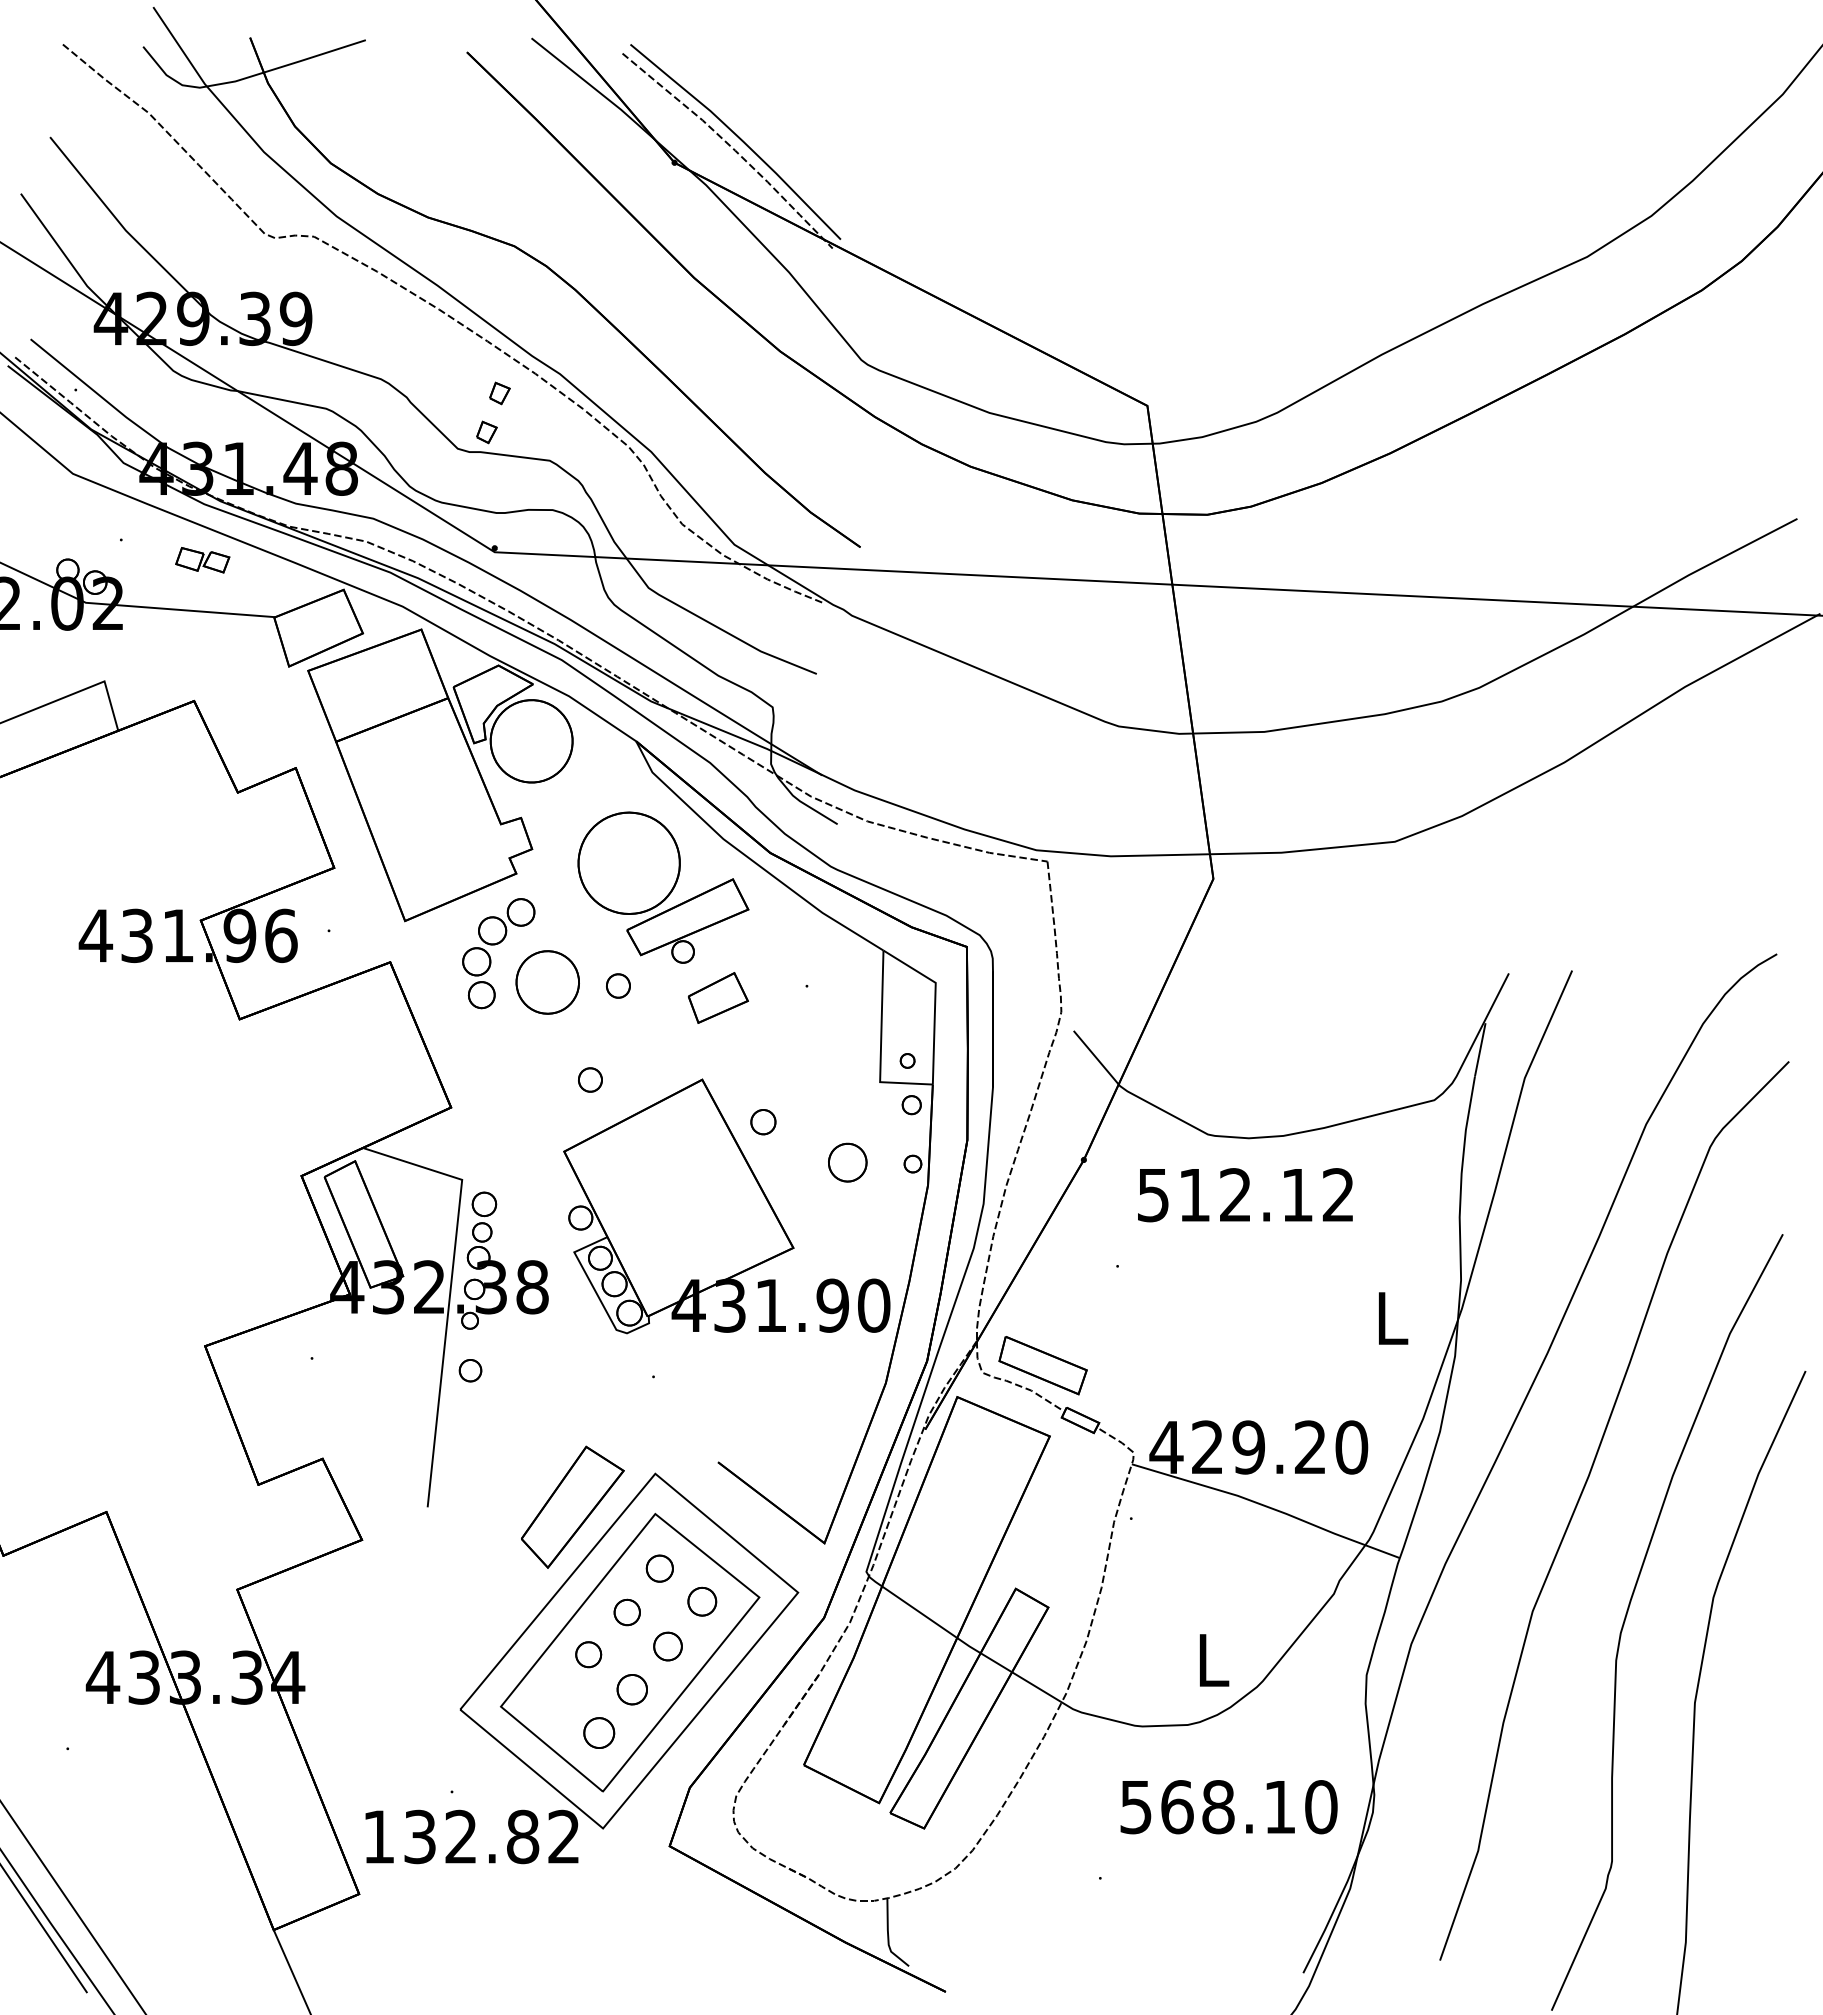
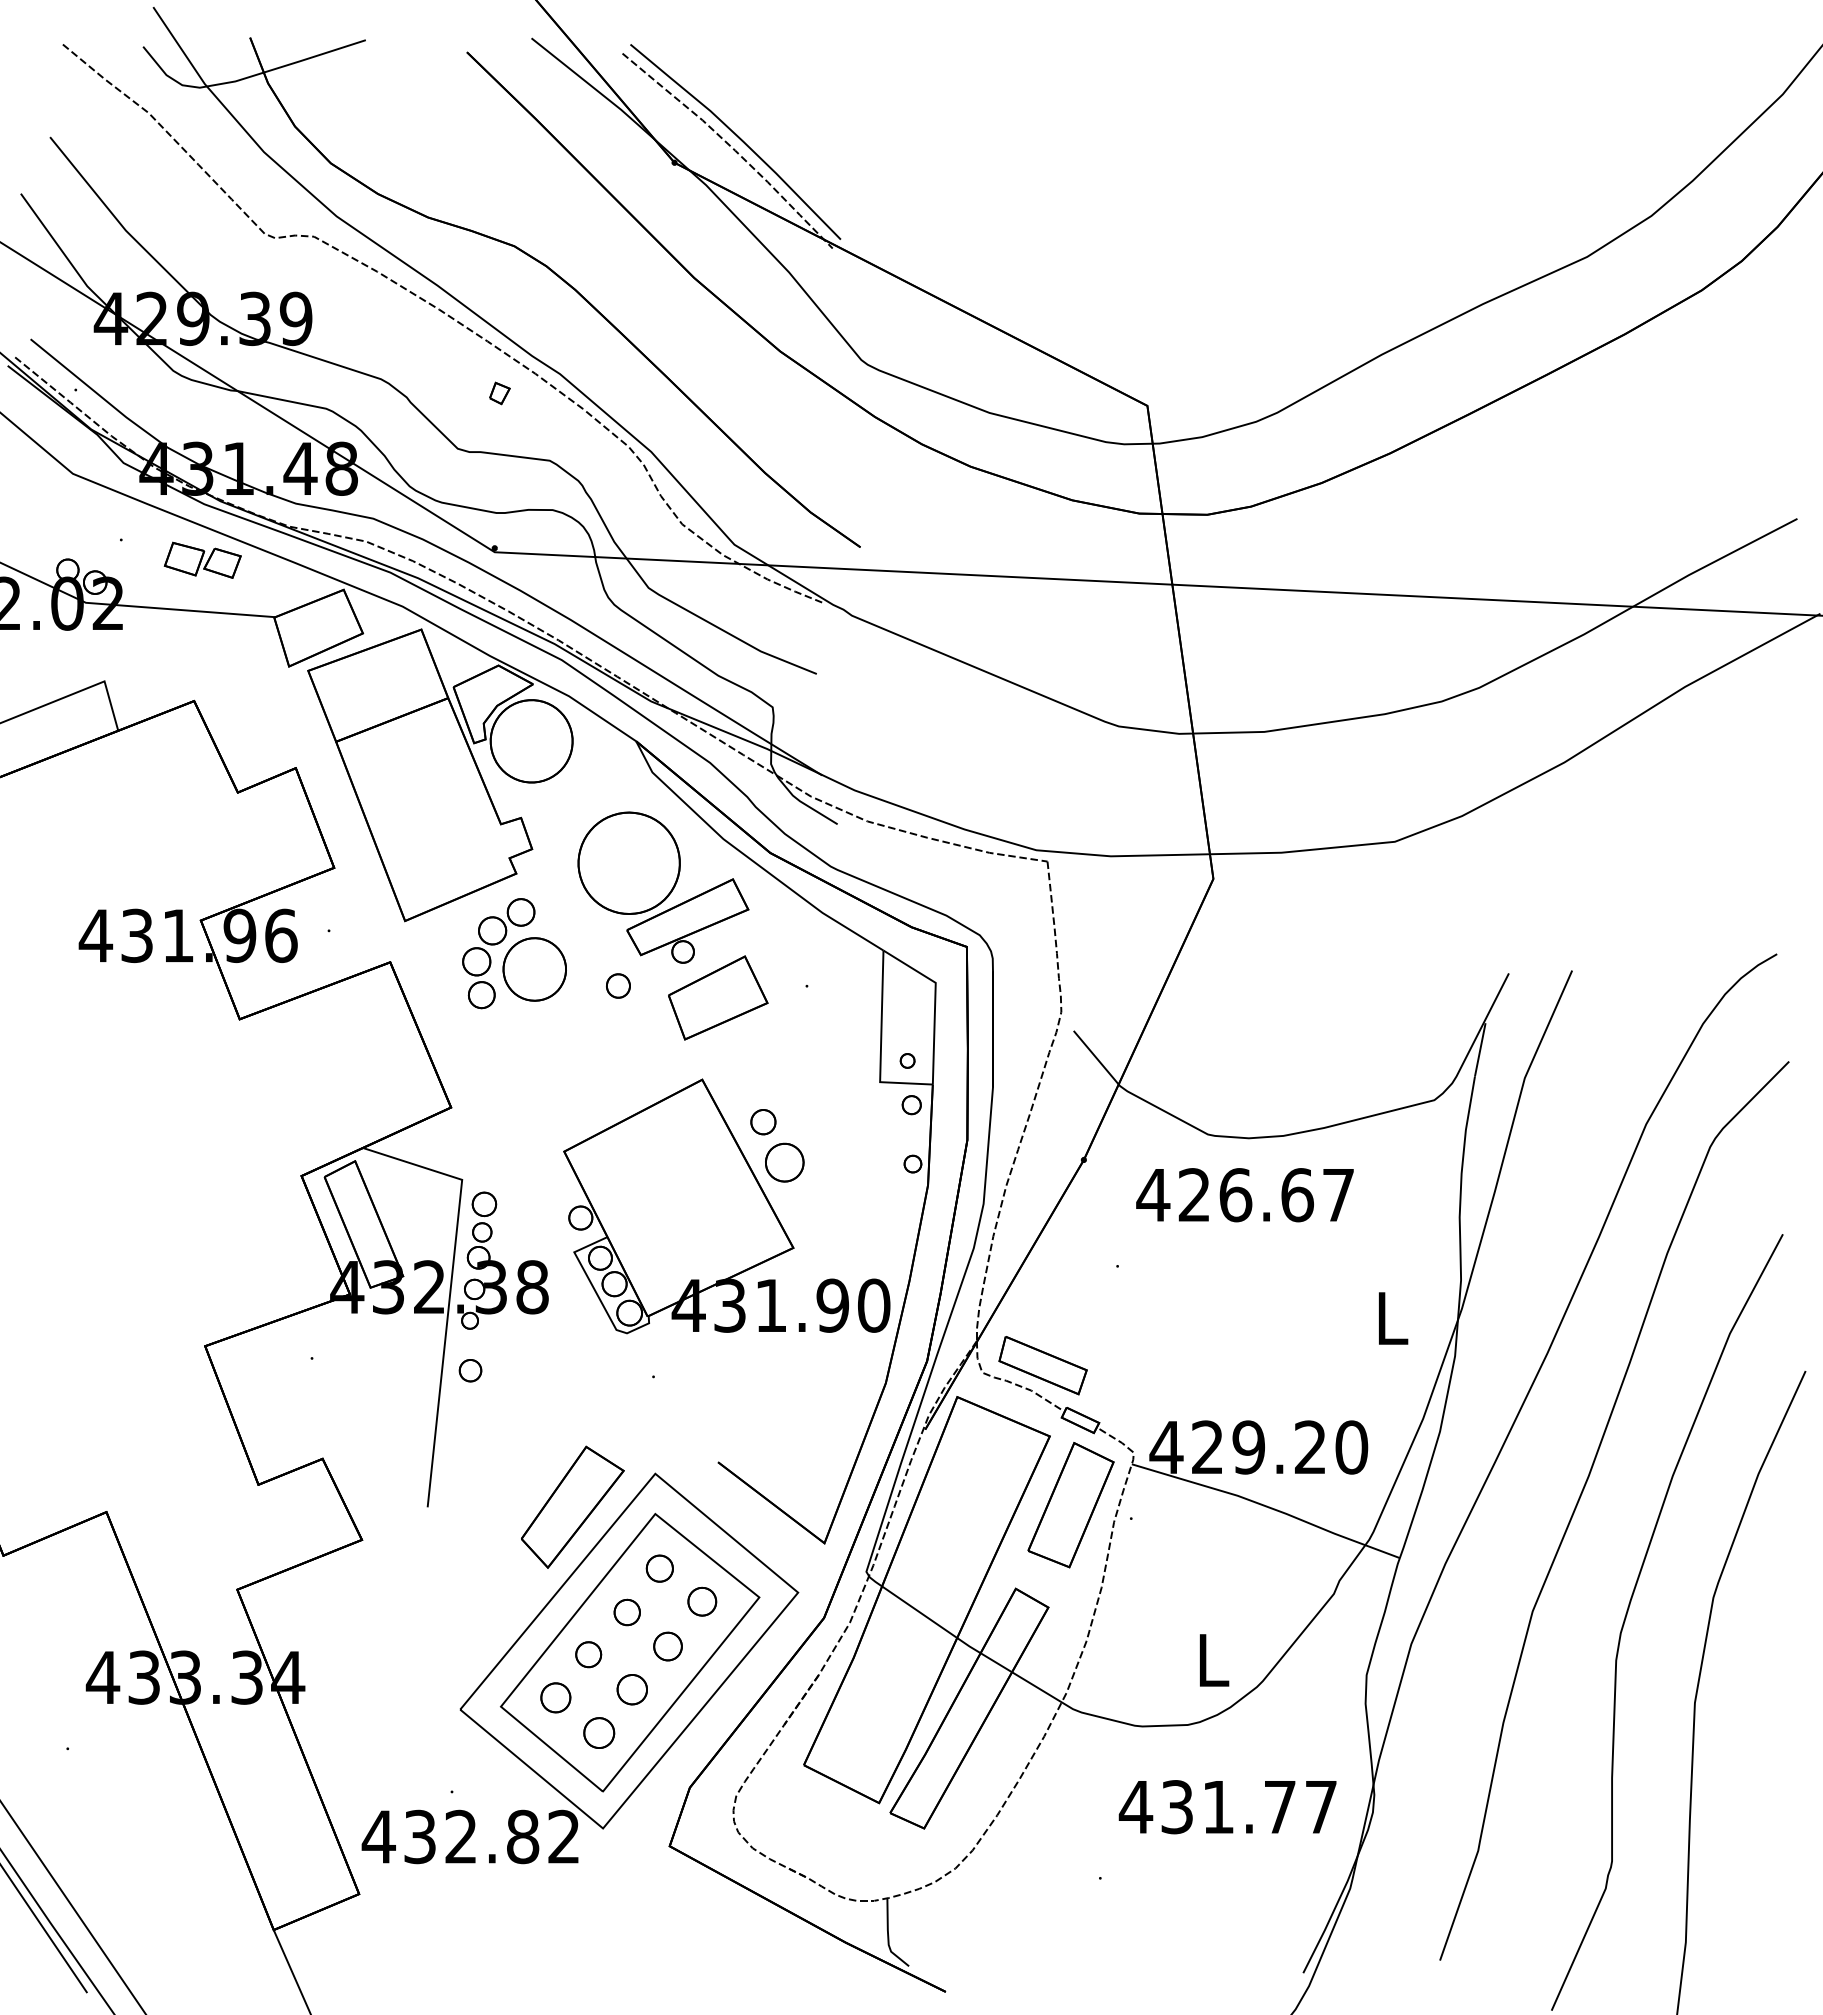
part at (486, 432): present -> none
part at (202, 560) size: 56x27 px -> 79x38 px
part at (547, 982) position: (547, 982) -> (534, 969)
part at (718, 997) size: 61x52 px -> 101x86 px
part at (590, 1079): present -> none
part at (847, 1162) position: (847, 1162) -> (784, 1162)
text at (1244, 1195): 512.12 -> 426.67
part at (1070, 1505): none -> present
part at (555, 1697): none -> present
text at (1227, 1807): 568.10 -> 431.77
text at (378, 1836): 132.82 -> 432.82
